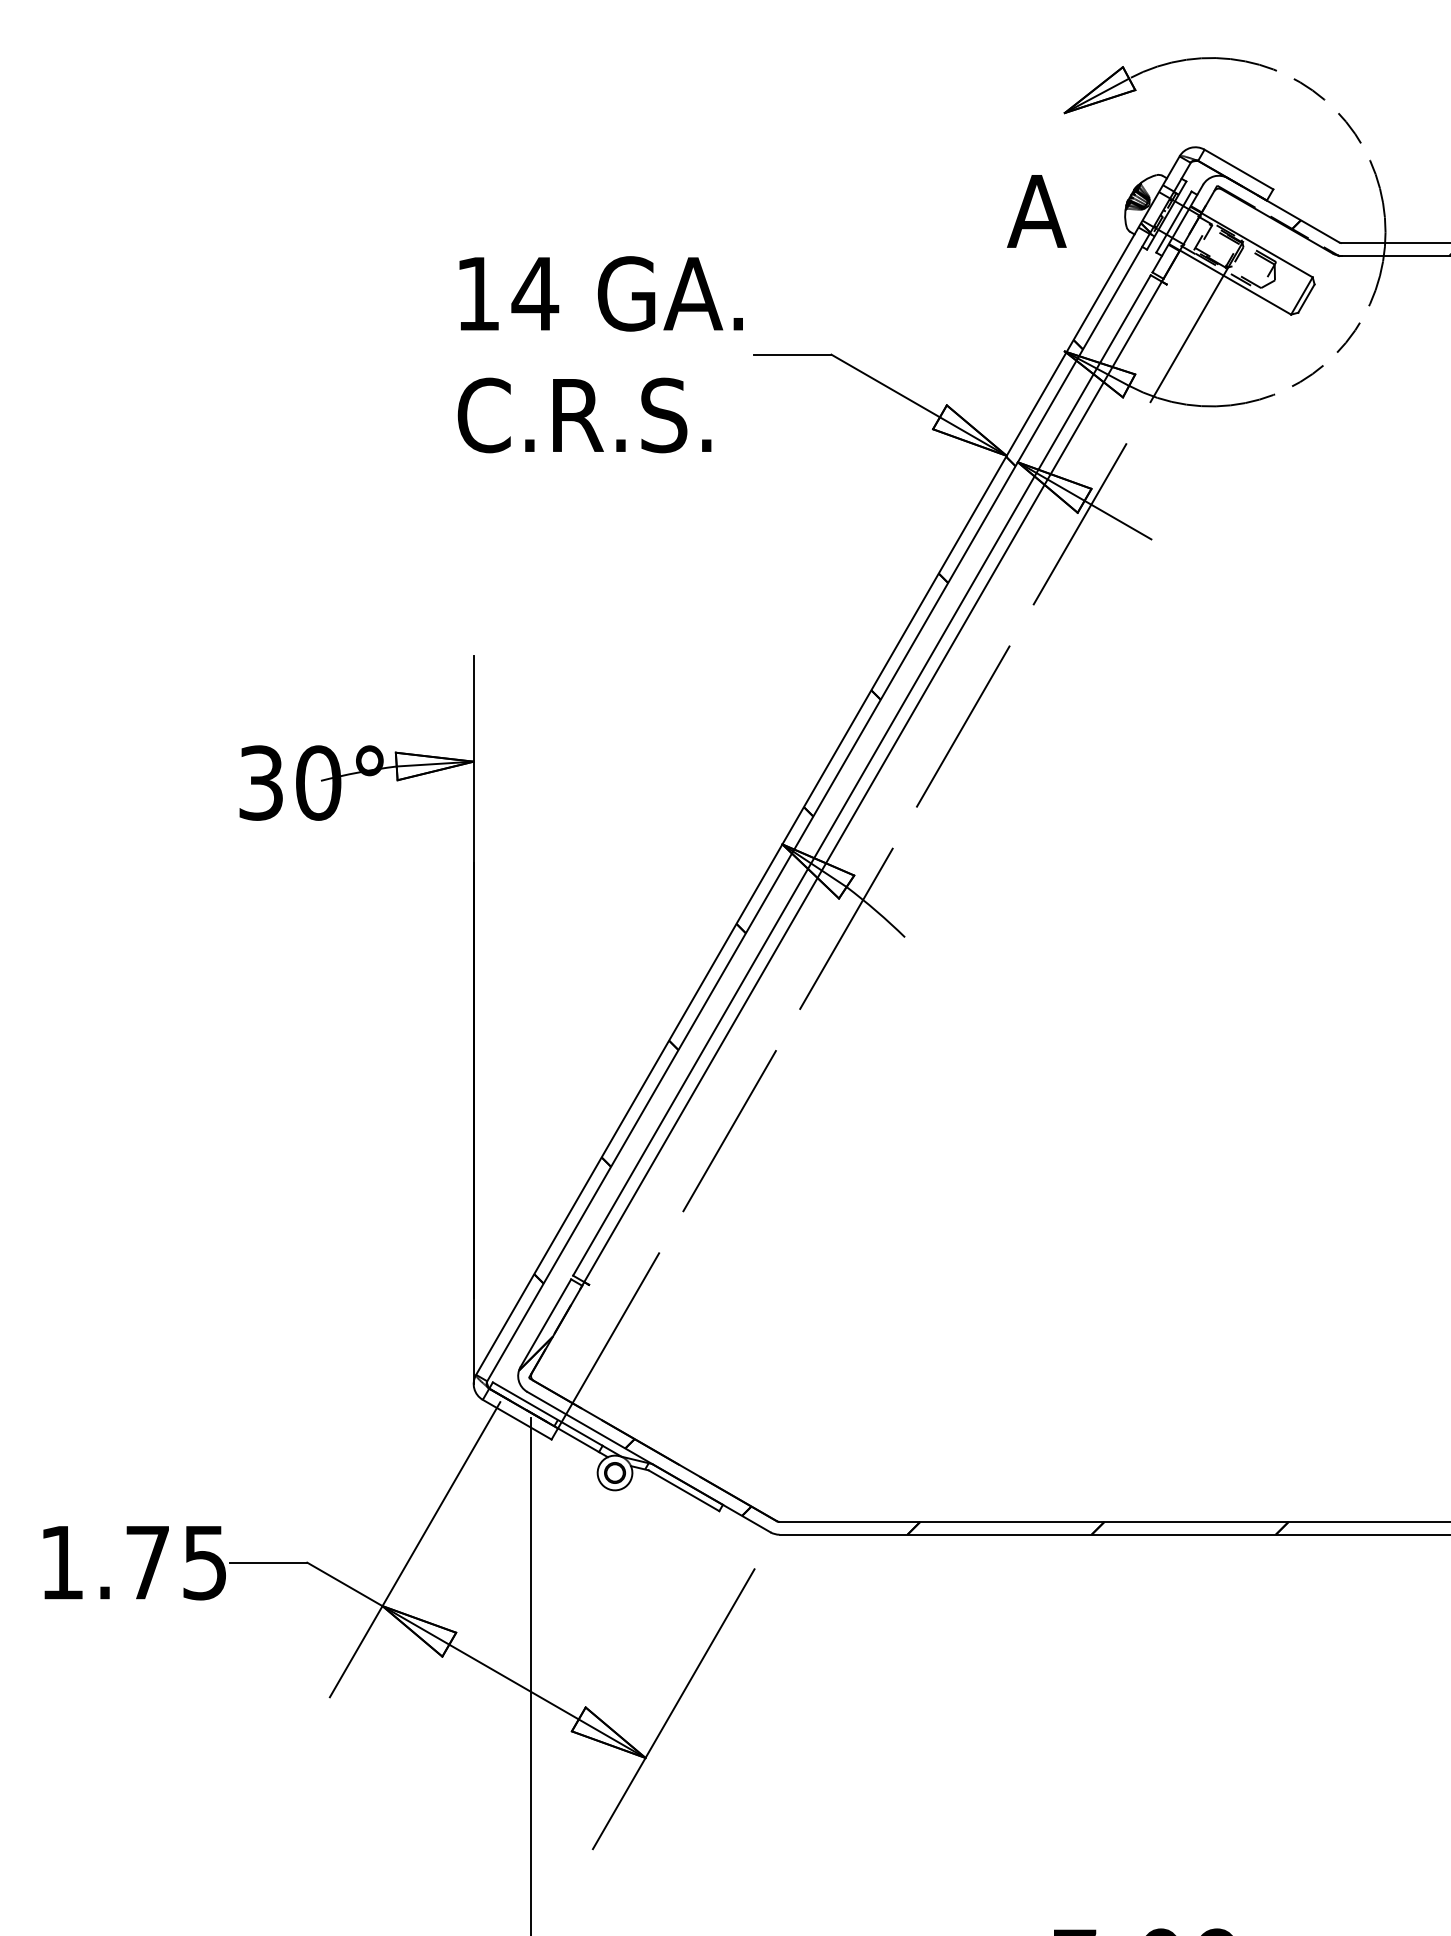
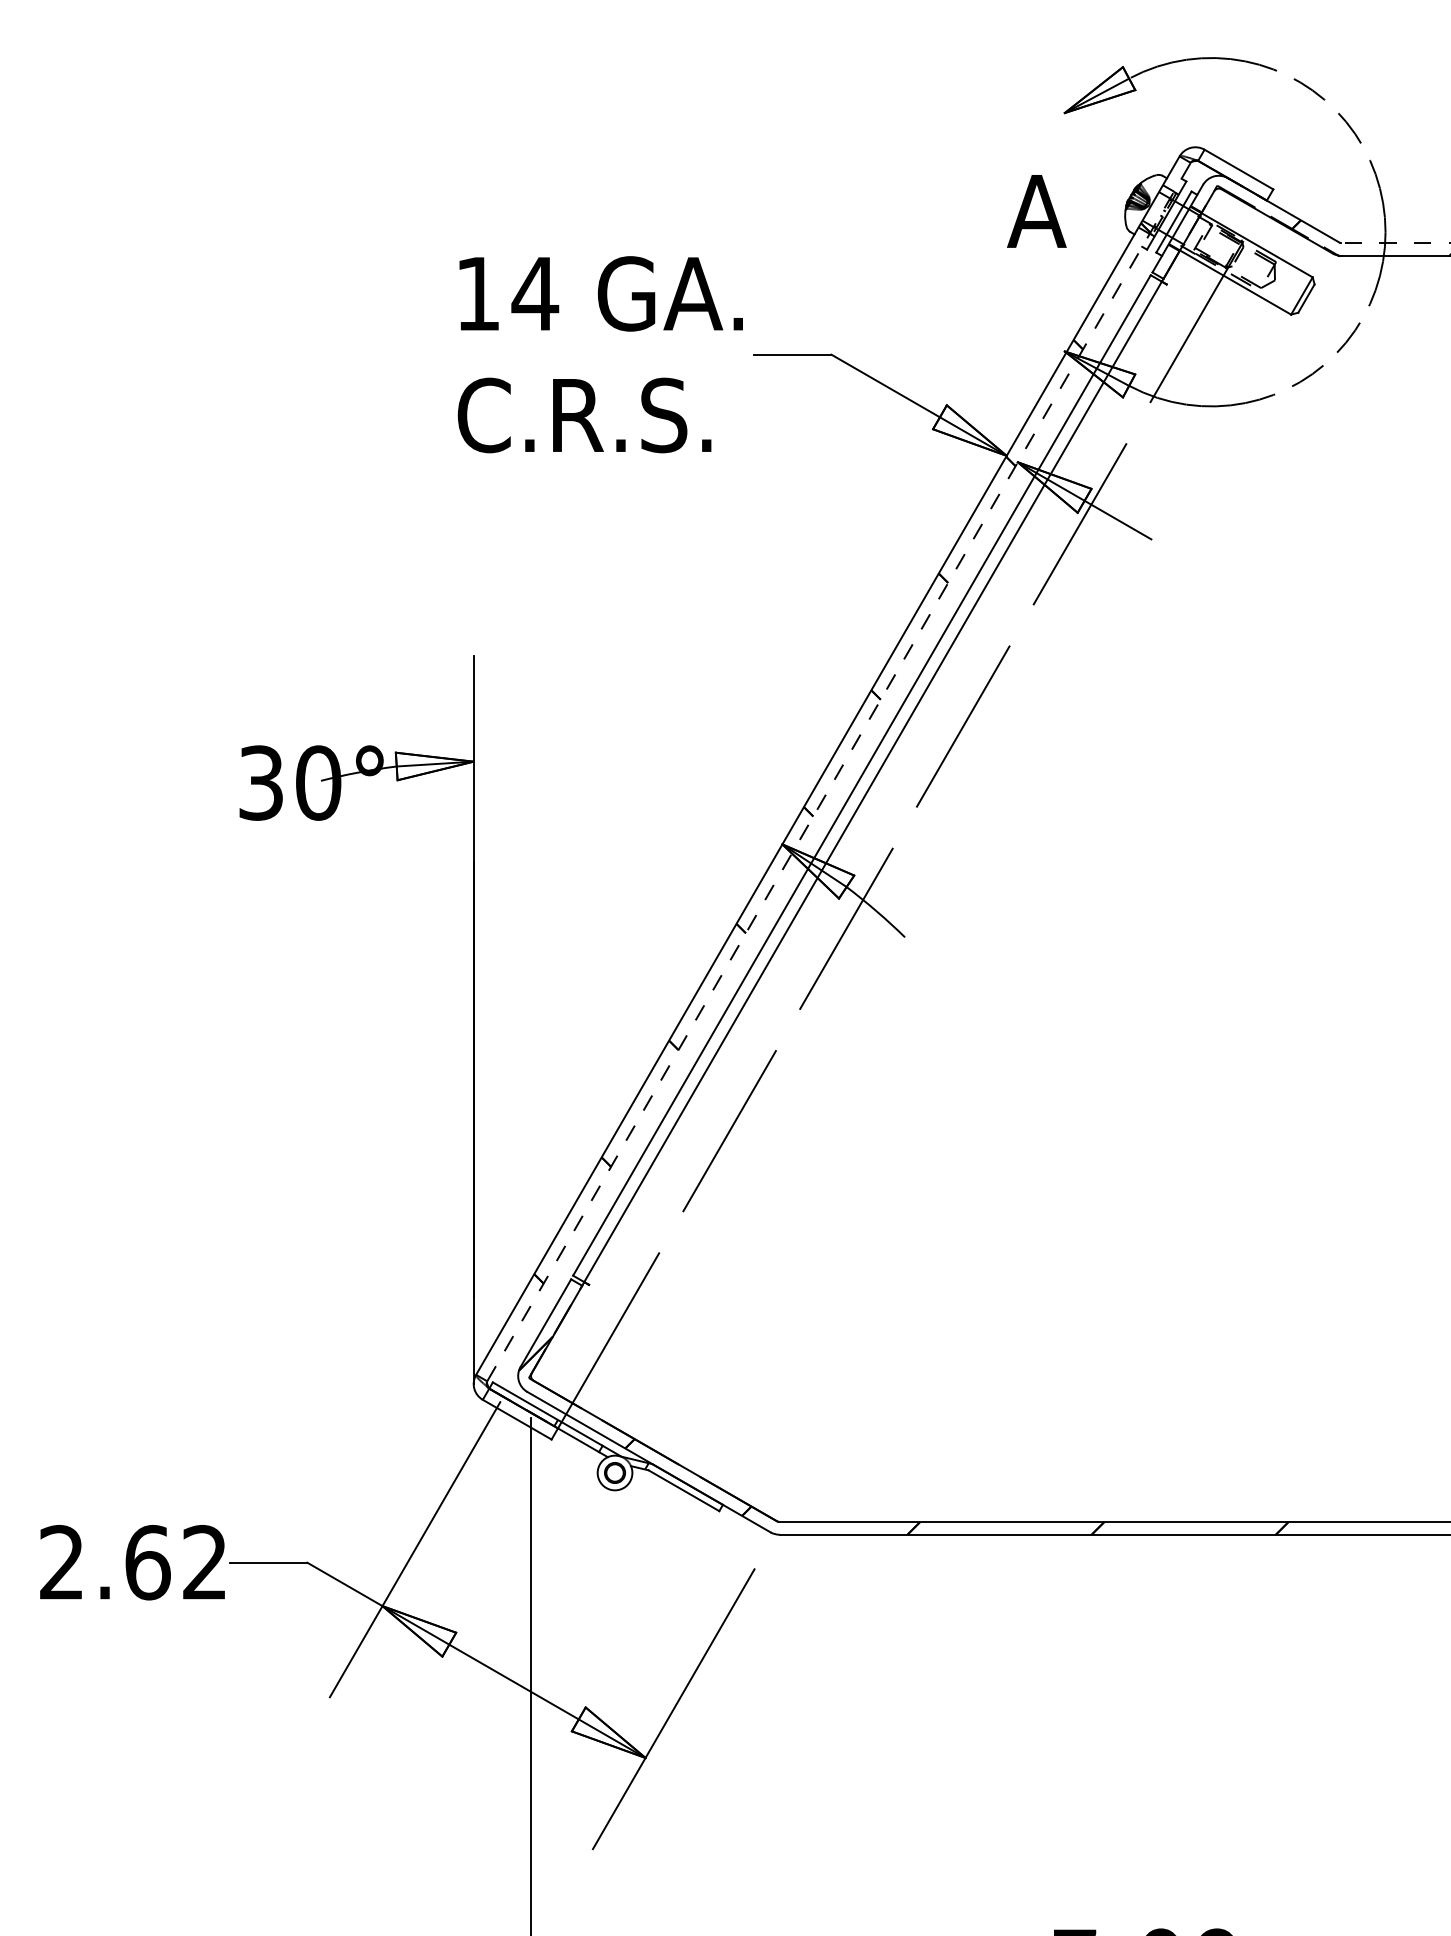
line at (1395, 243): solid -> dashed
line at (839, 771): solid -> dashed
text at (132, 1562): 1.75 -> 2.62
